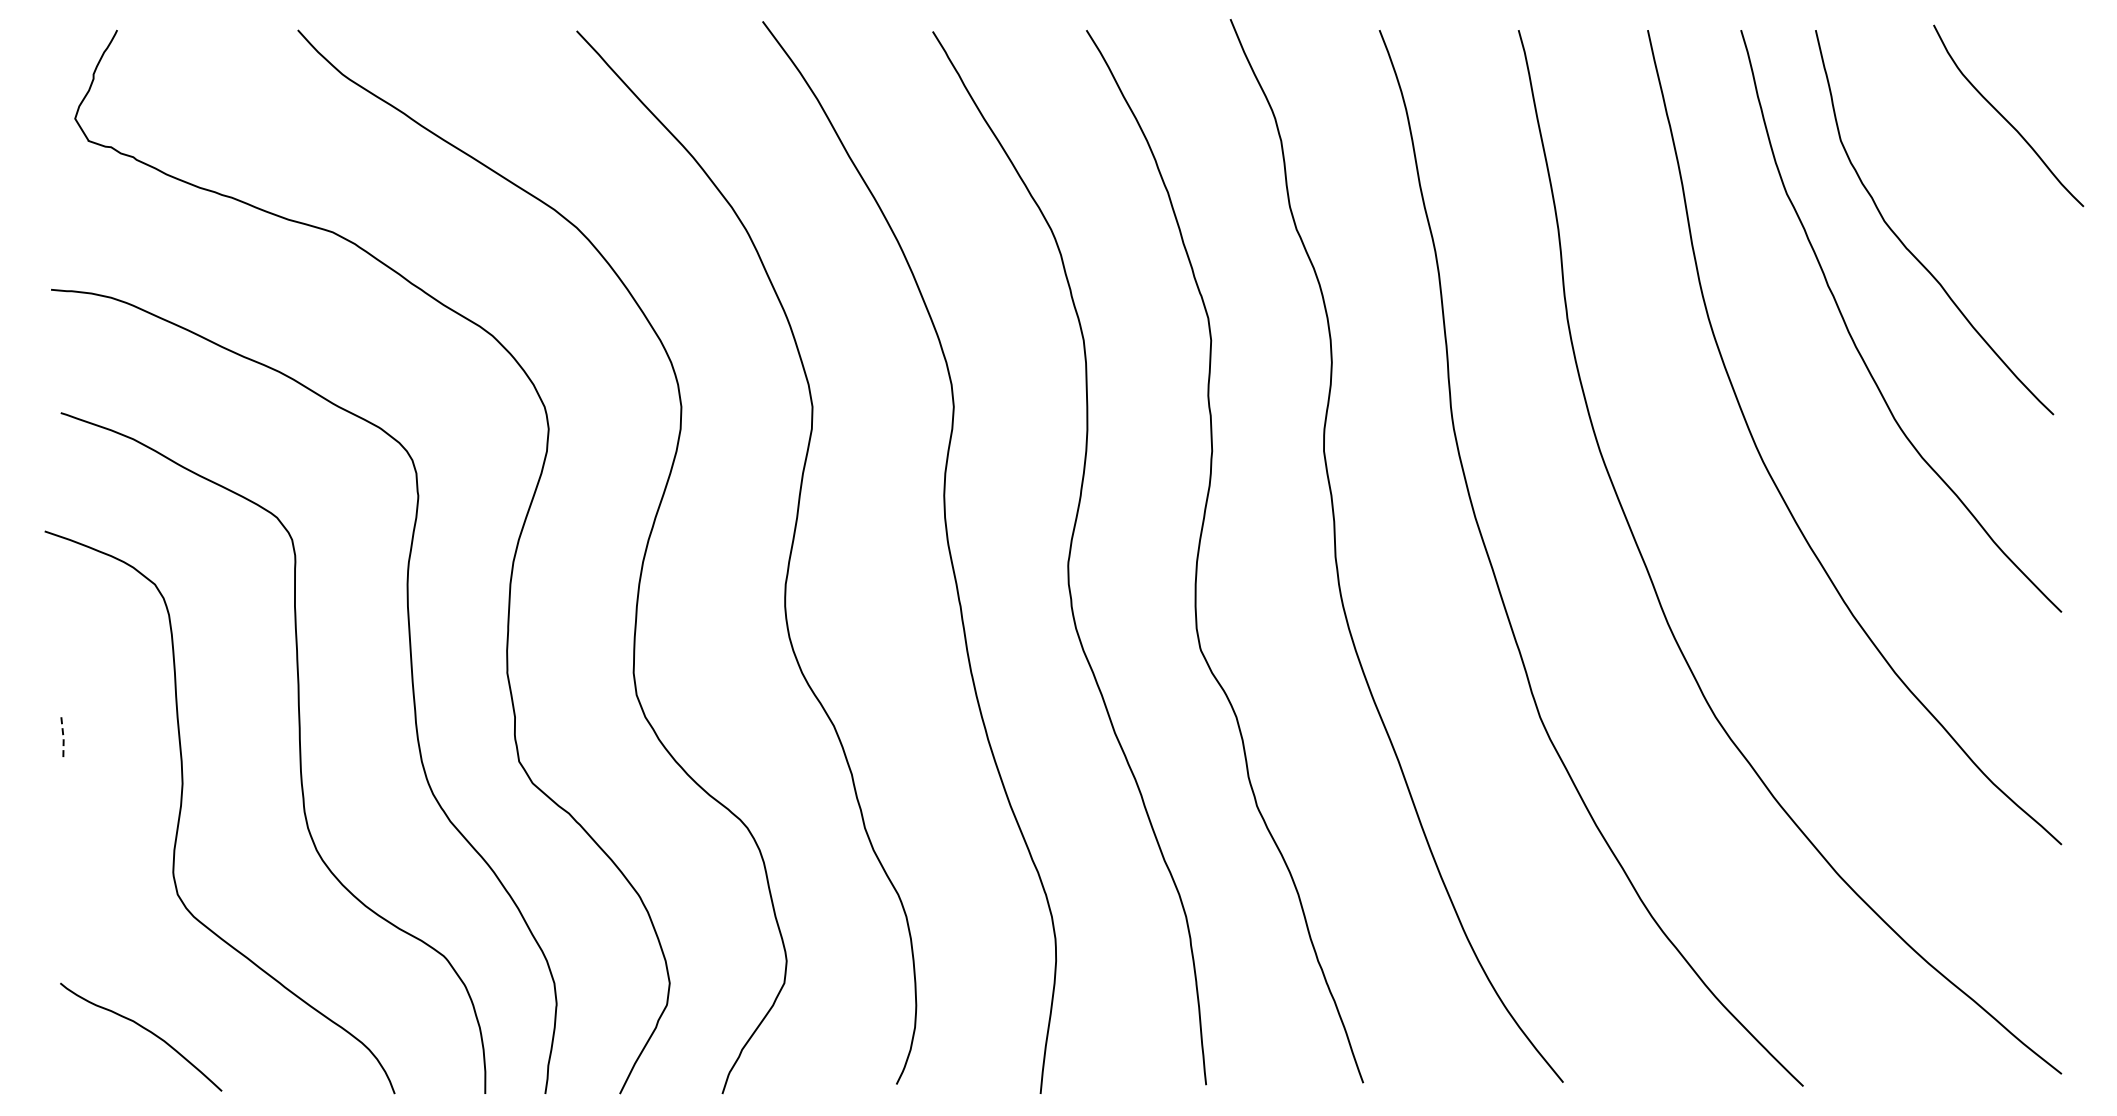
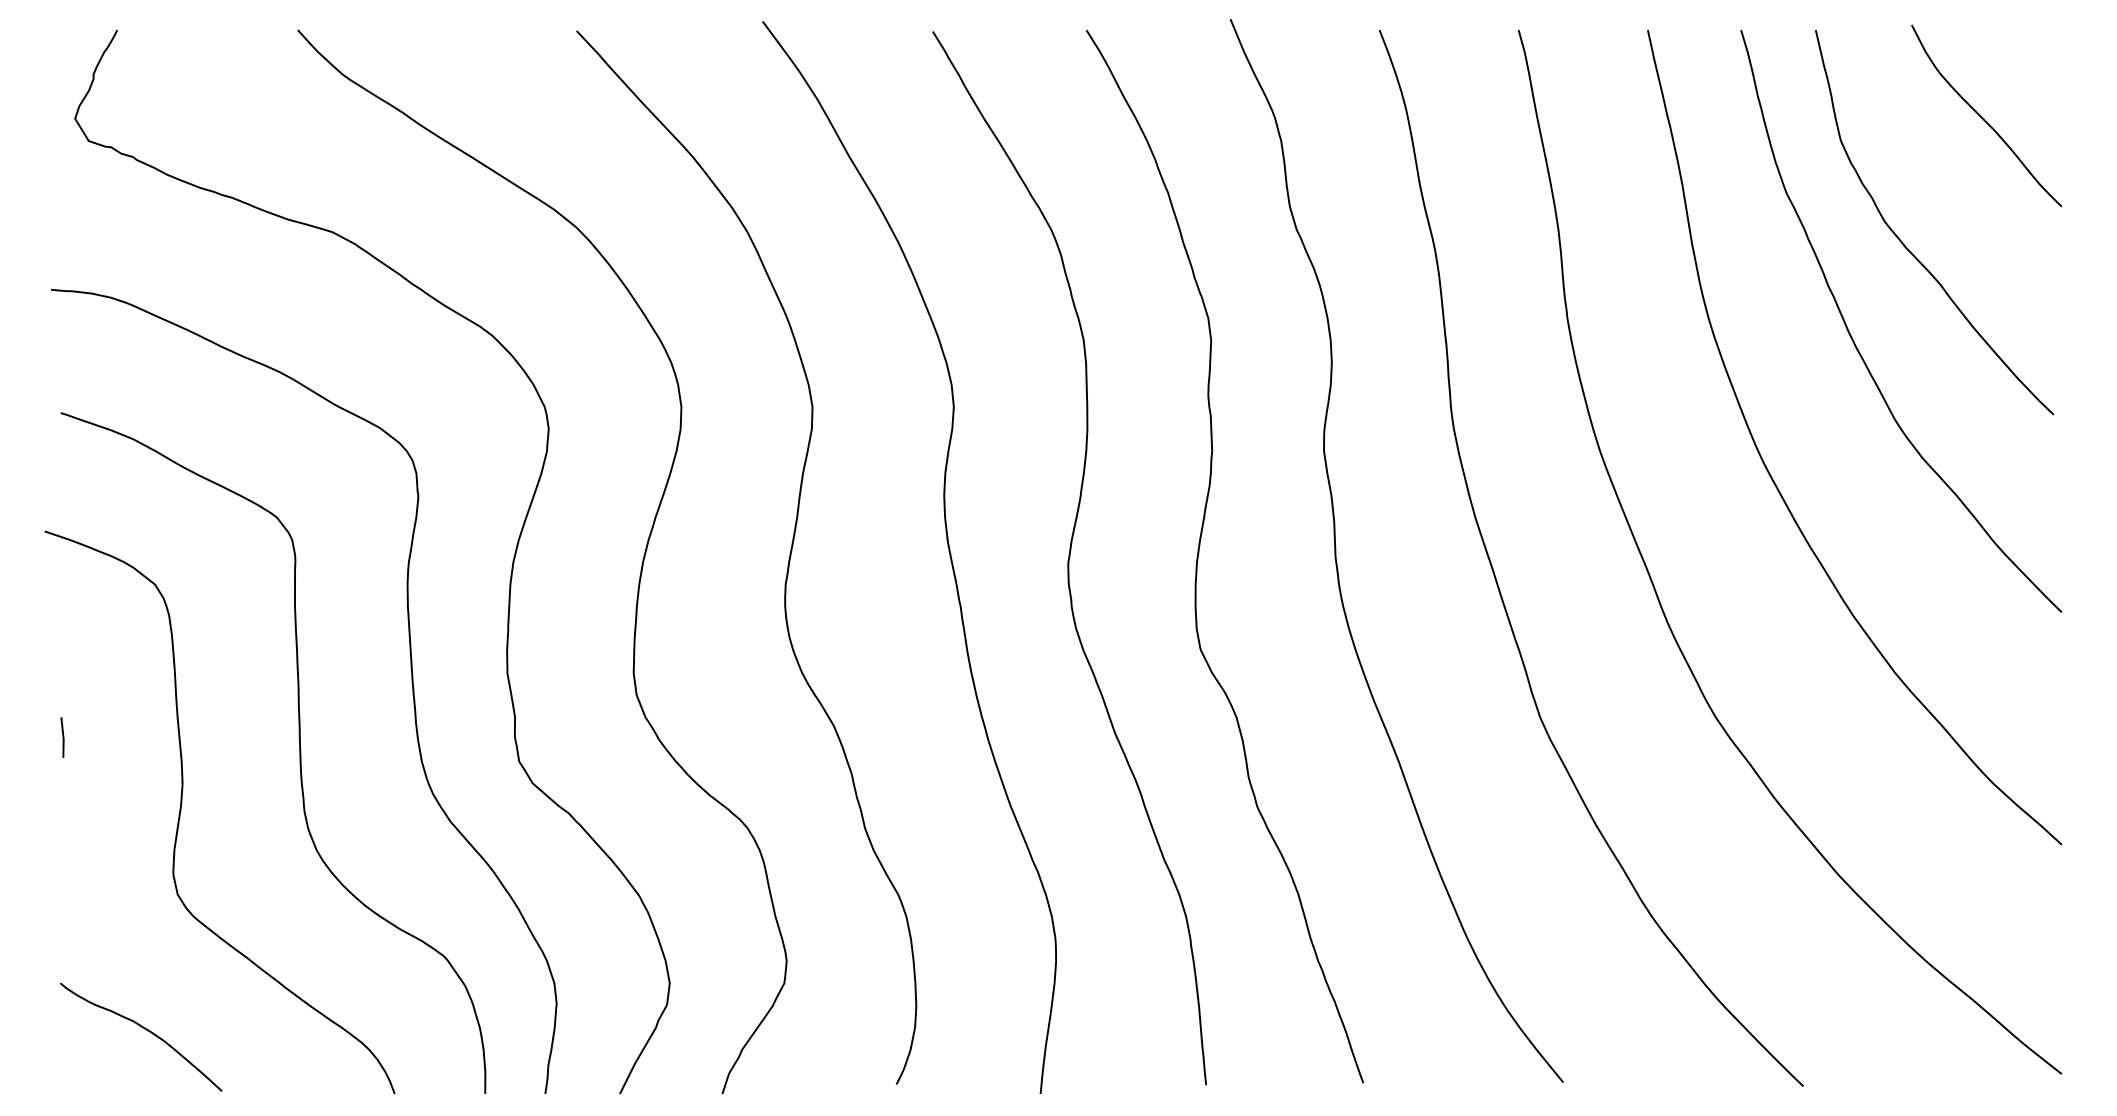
curve at (2004, 116) position: (2004, 116) -> (1982, 116)
line at (63, 738): dashed -> solid
